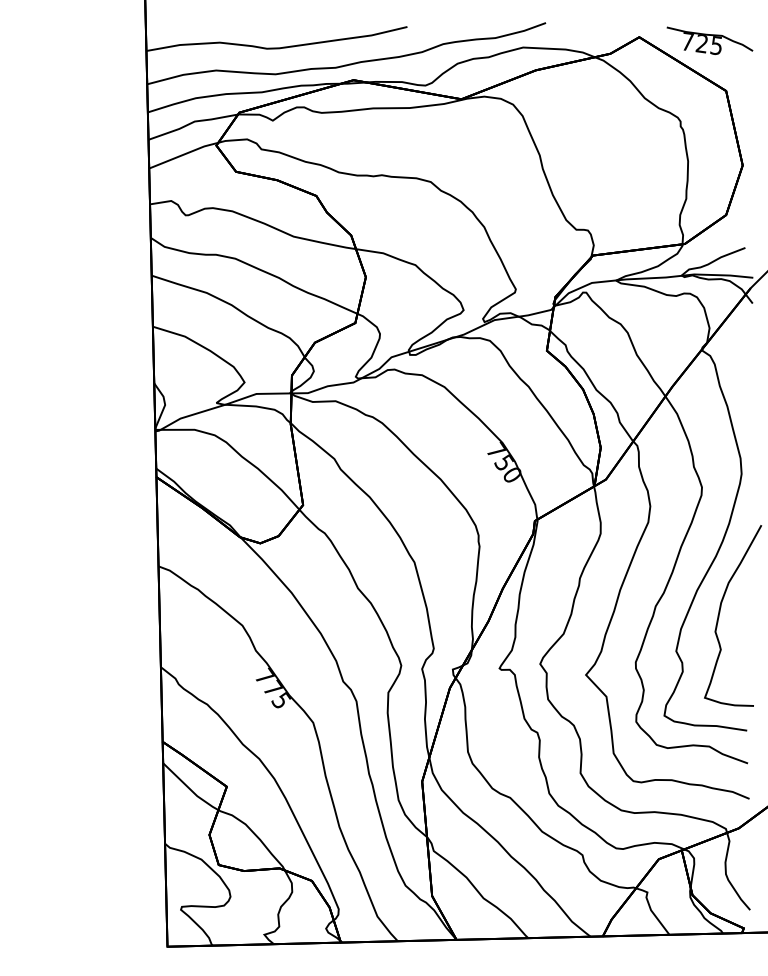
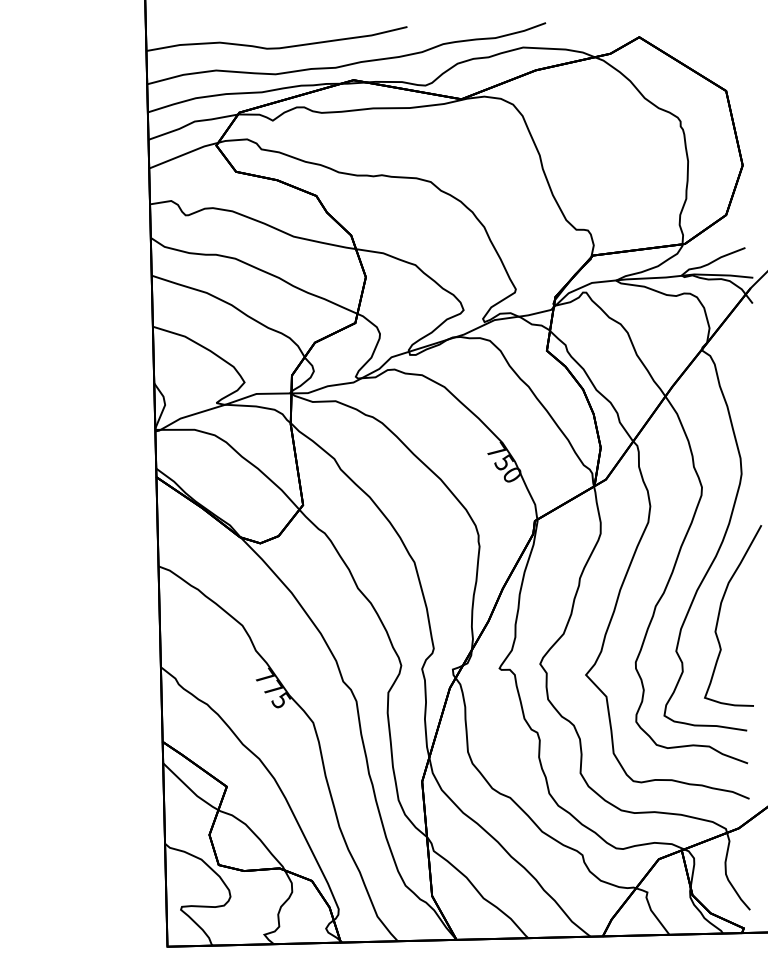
part at (709, 40): present -> none
